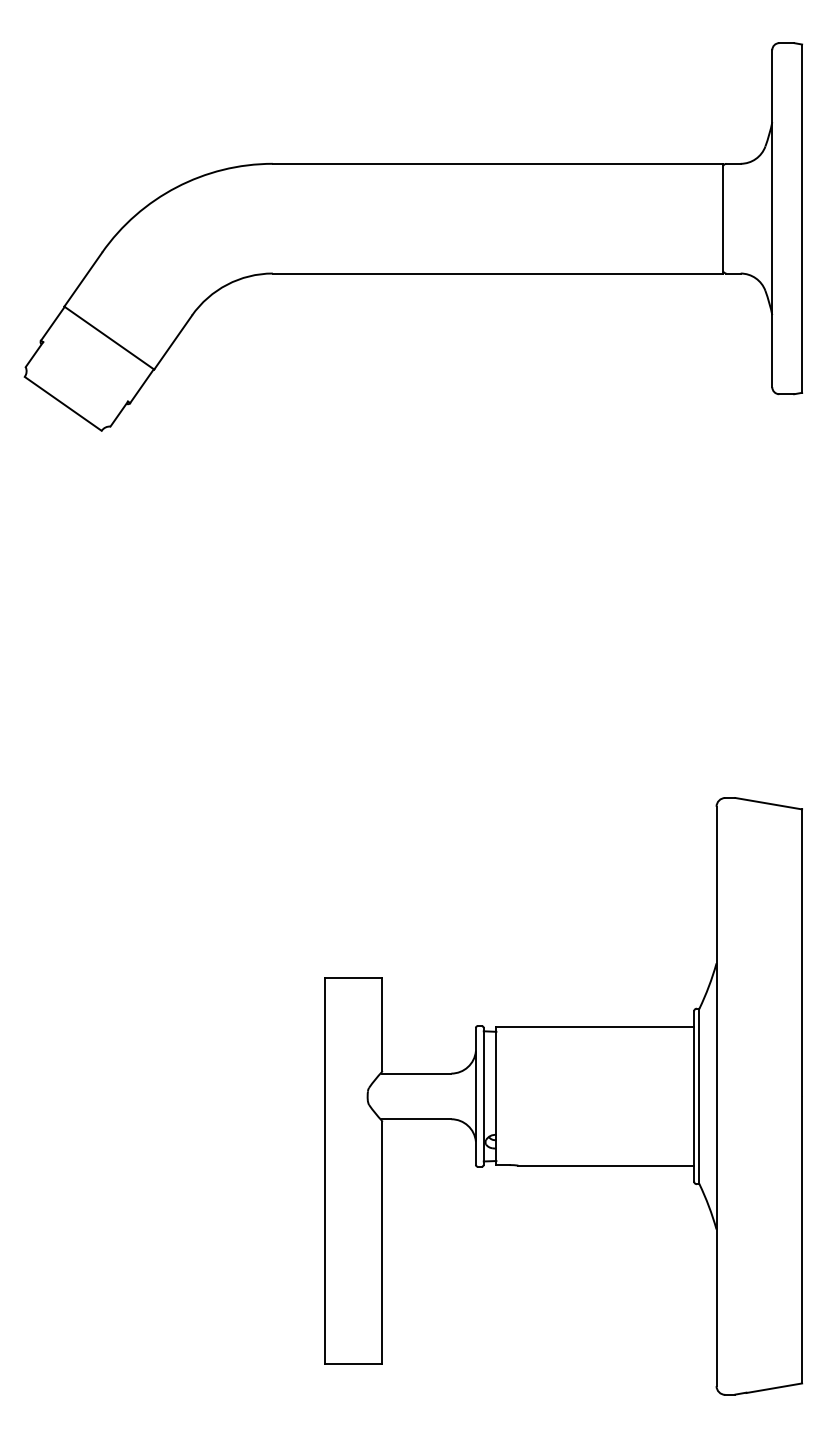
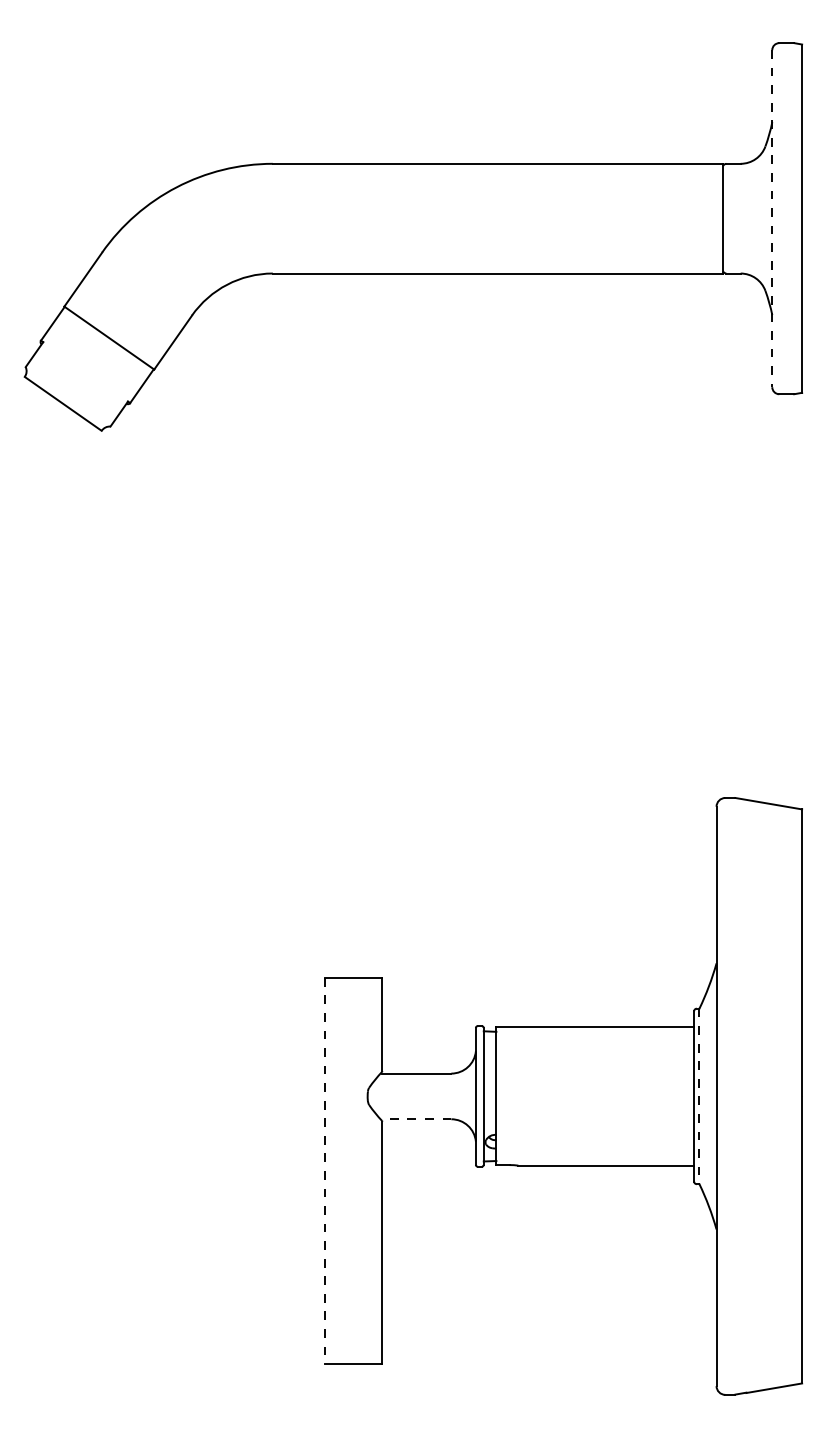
line at (772, 218): solid -> dashed
line at (699, 1096): solid -> dashed
line at (416, 1119): solid -> dashed
line at (325, 1171): solid -> dashed
